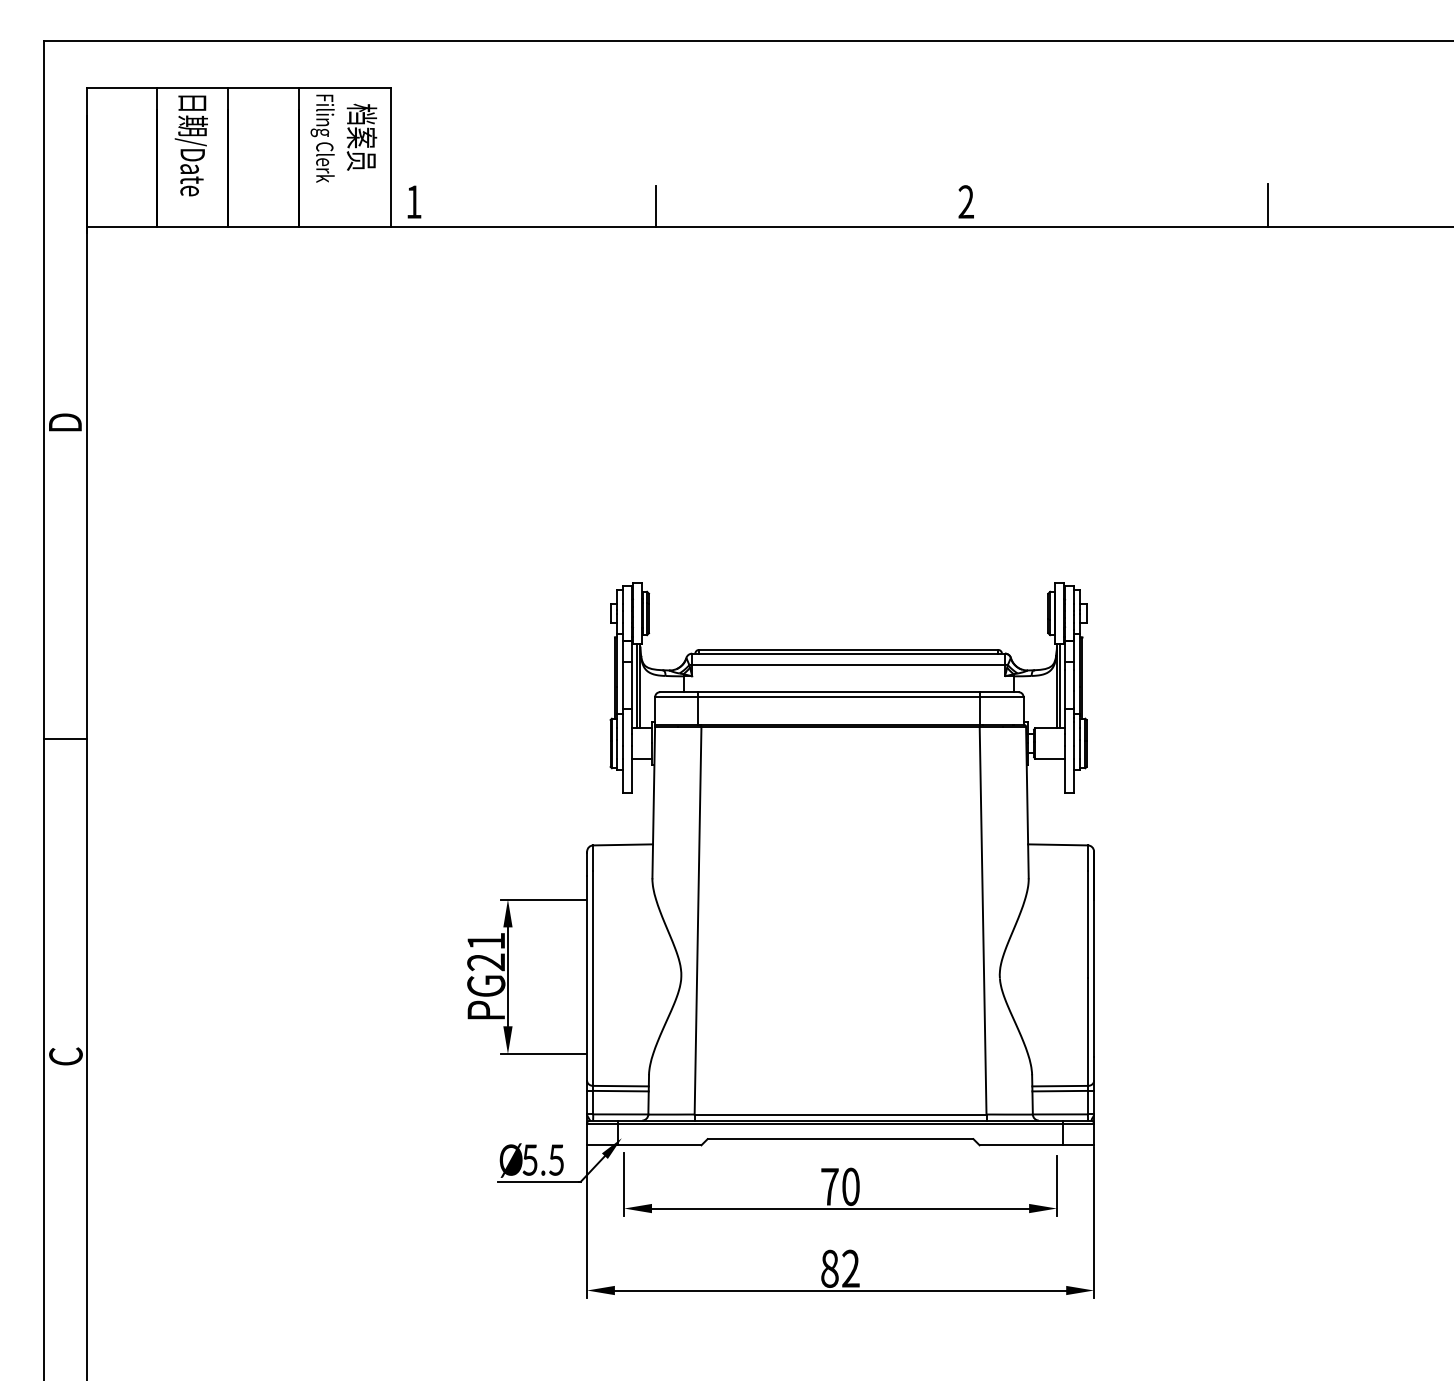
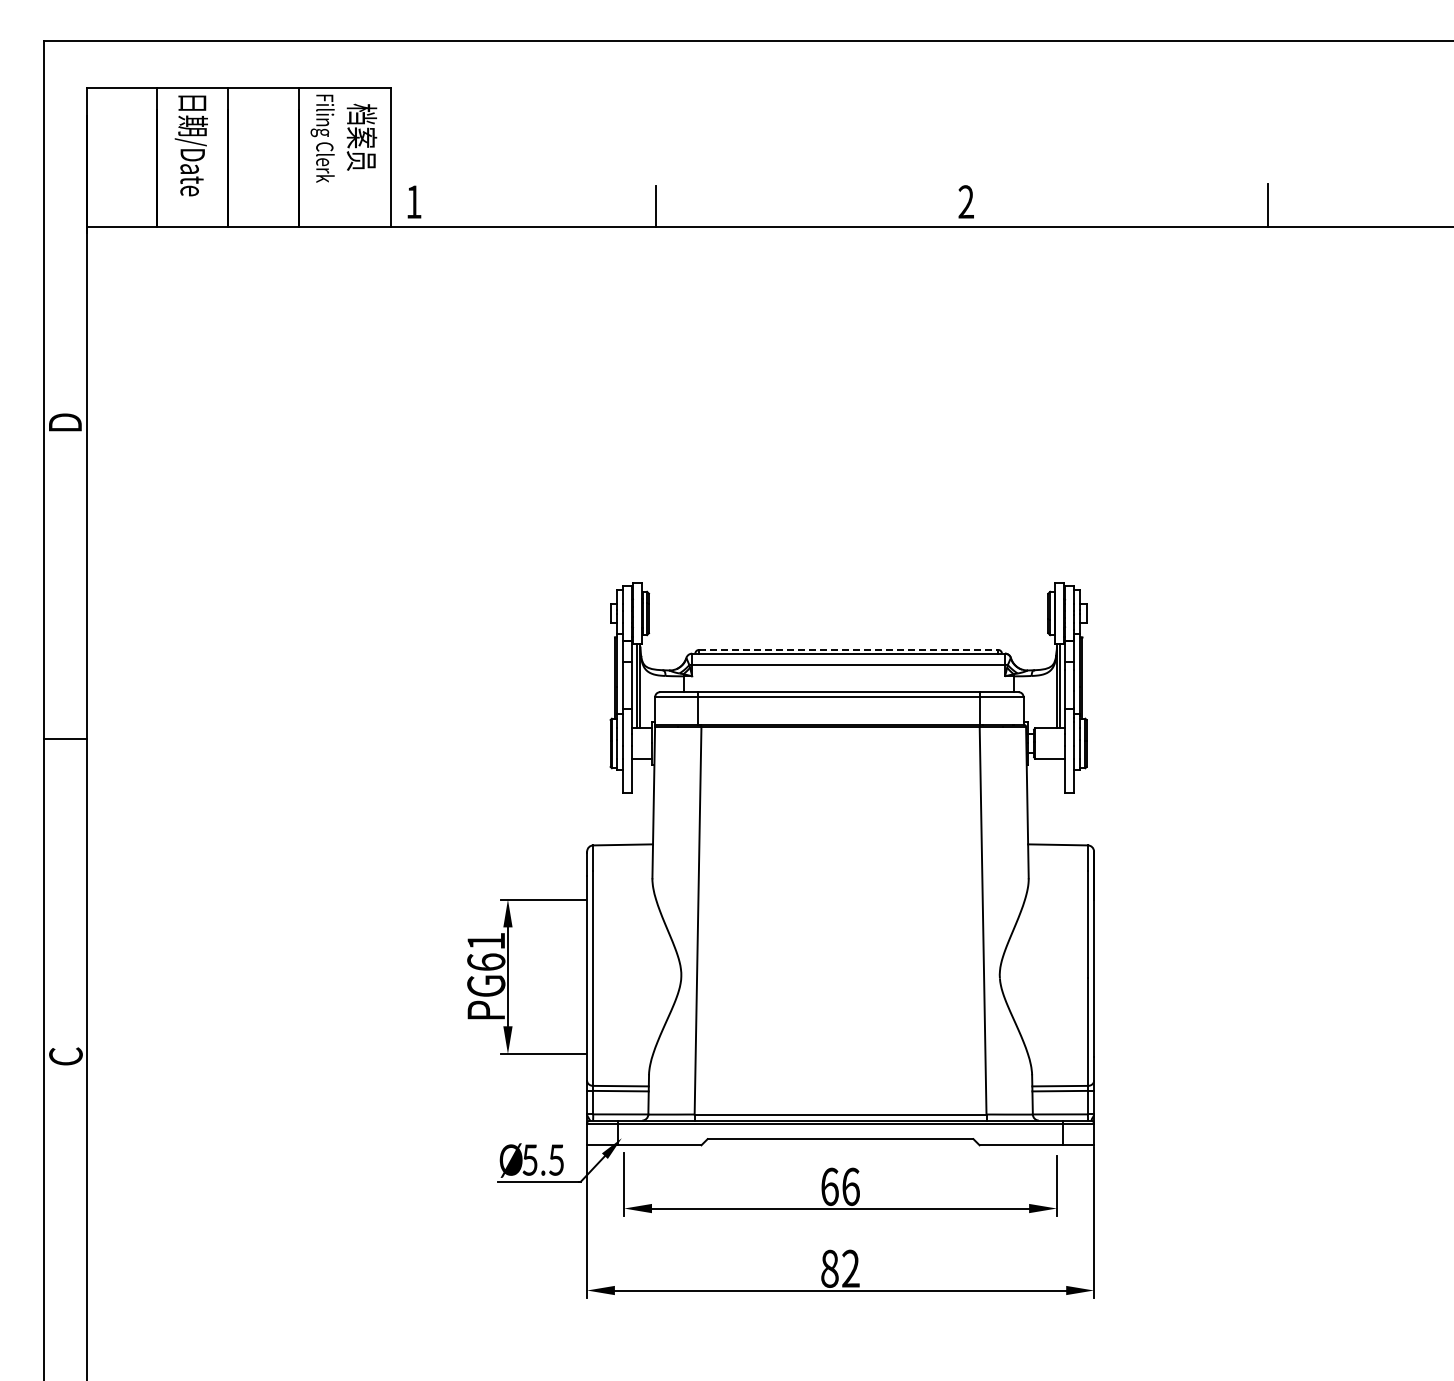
line at (848, 649): solid -> dashed
text at (486, 962): PG21 -> PG61
text at (840, 1186): 70 -> 66
